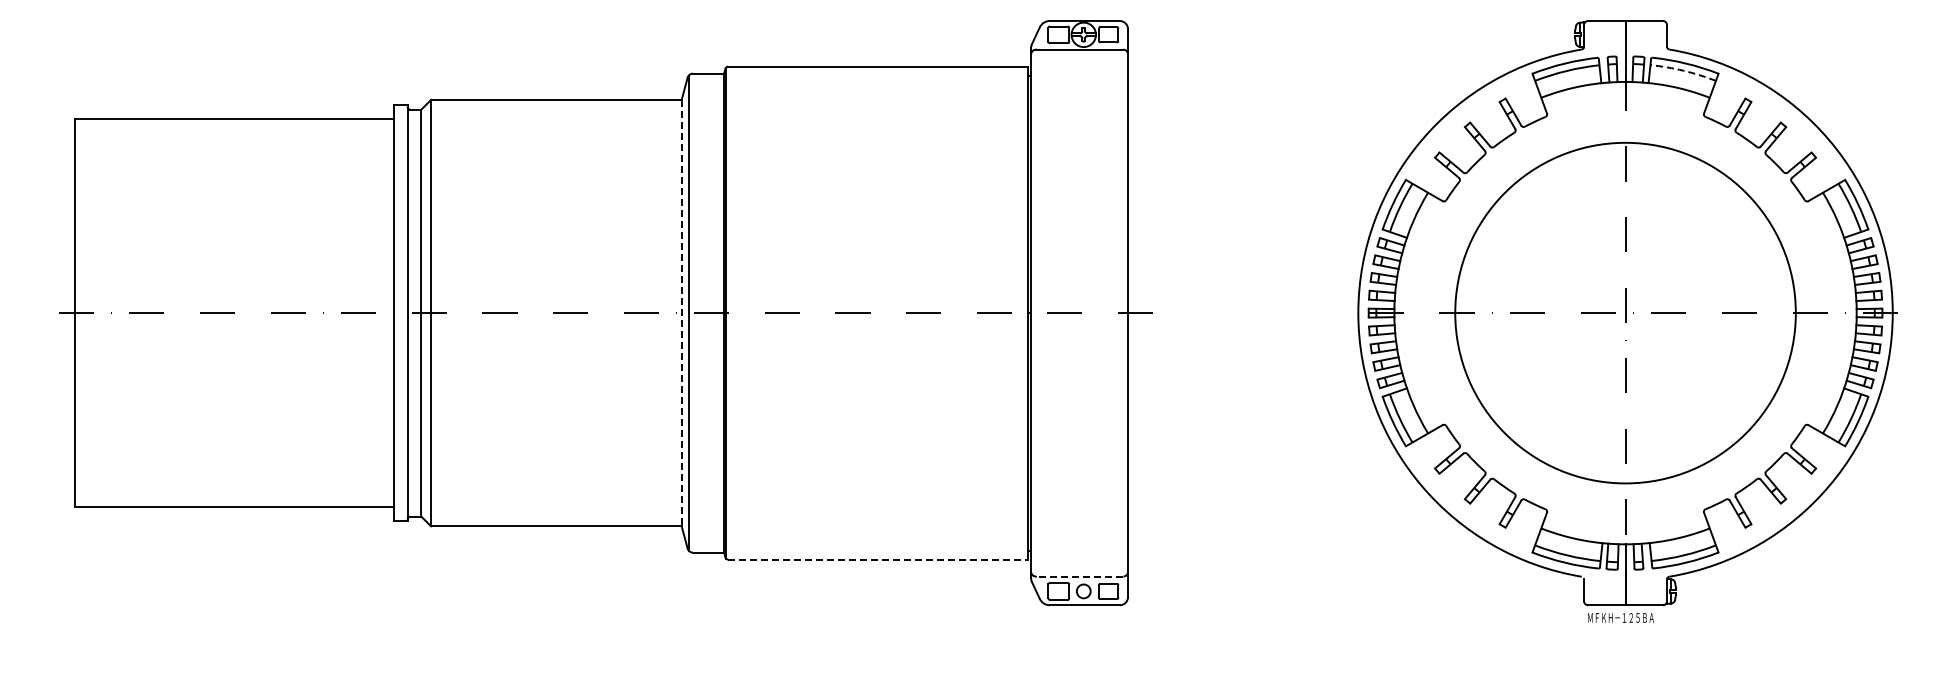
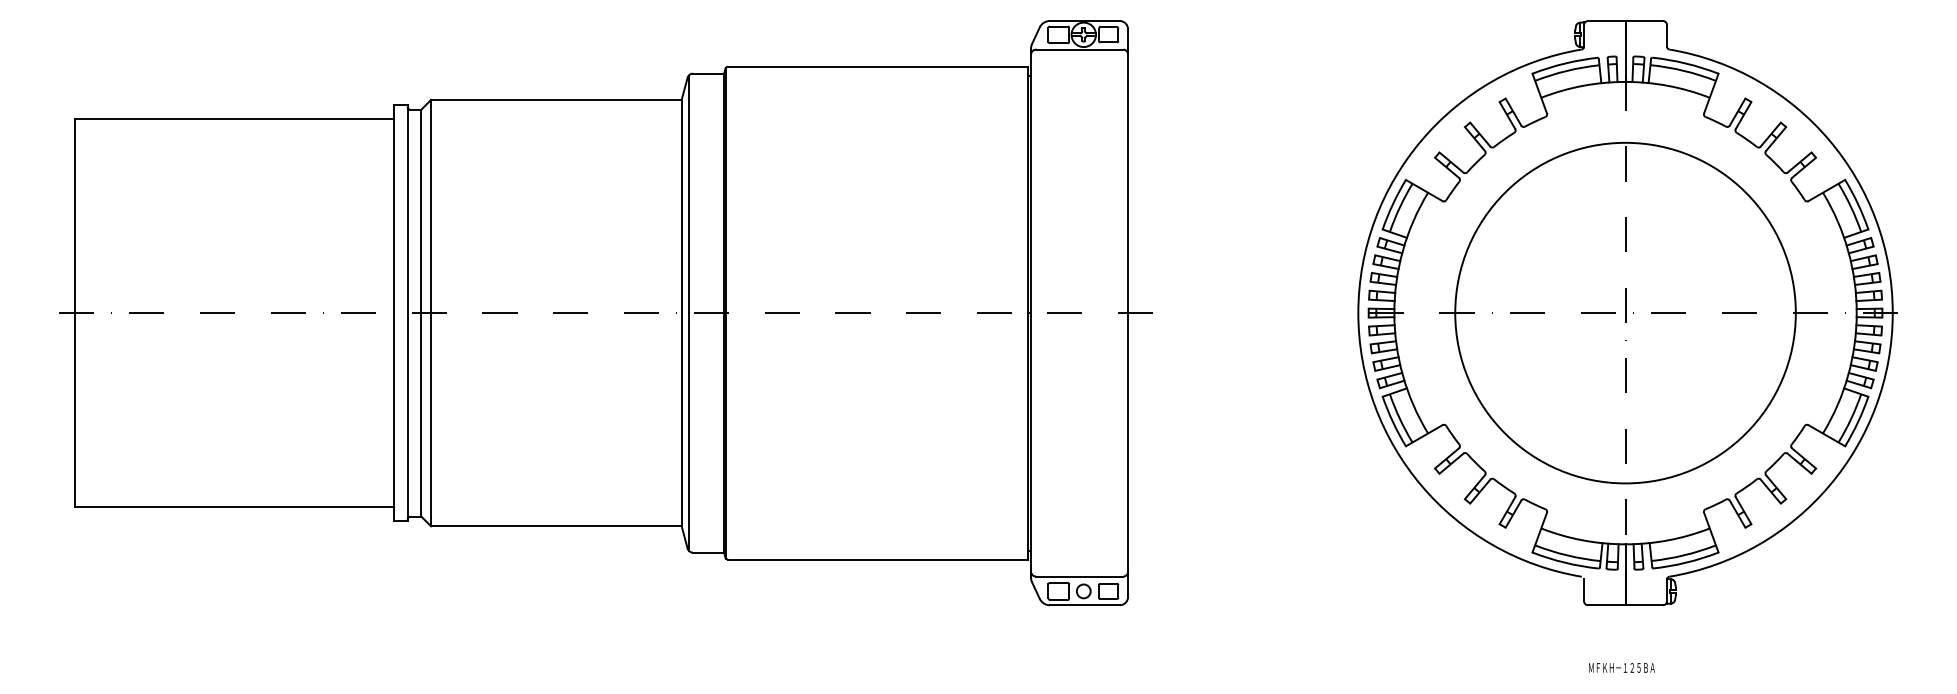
arc at (1683, 70): dashed -> solid
line at (681, 313): dashed -> solid
line at (877, 559): dashed -> solid
line at (1079, 576): dashed -> solid
text at (1620, 617) position: (1620, 617) -> (1621, 667)
